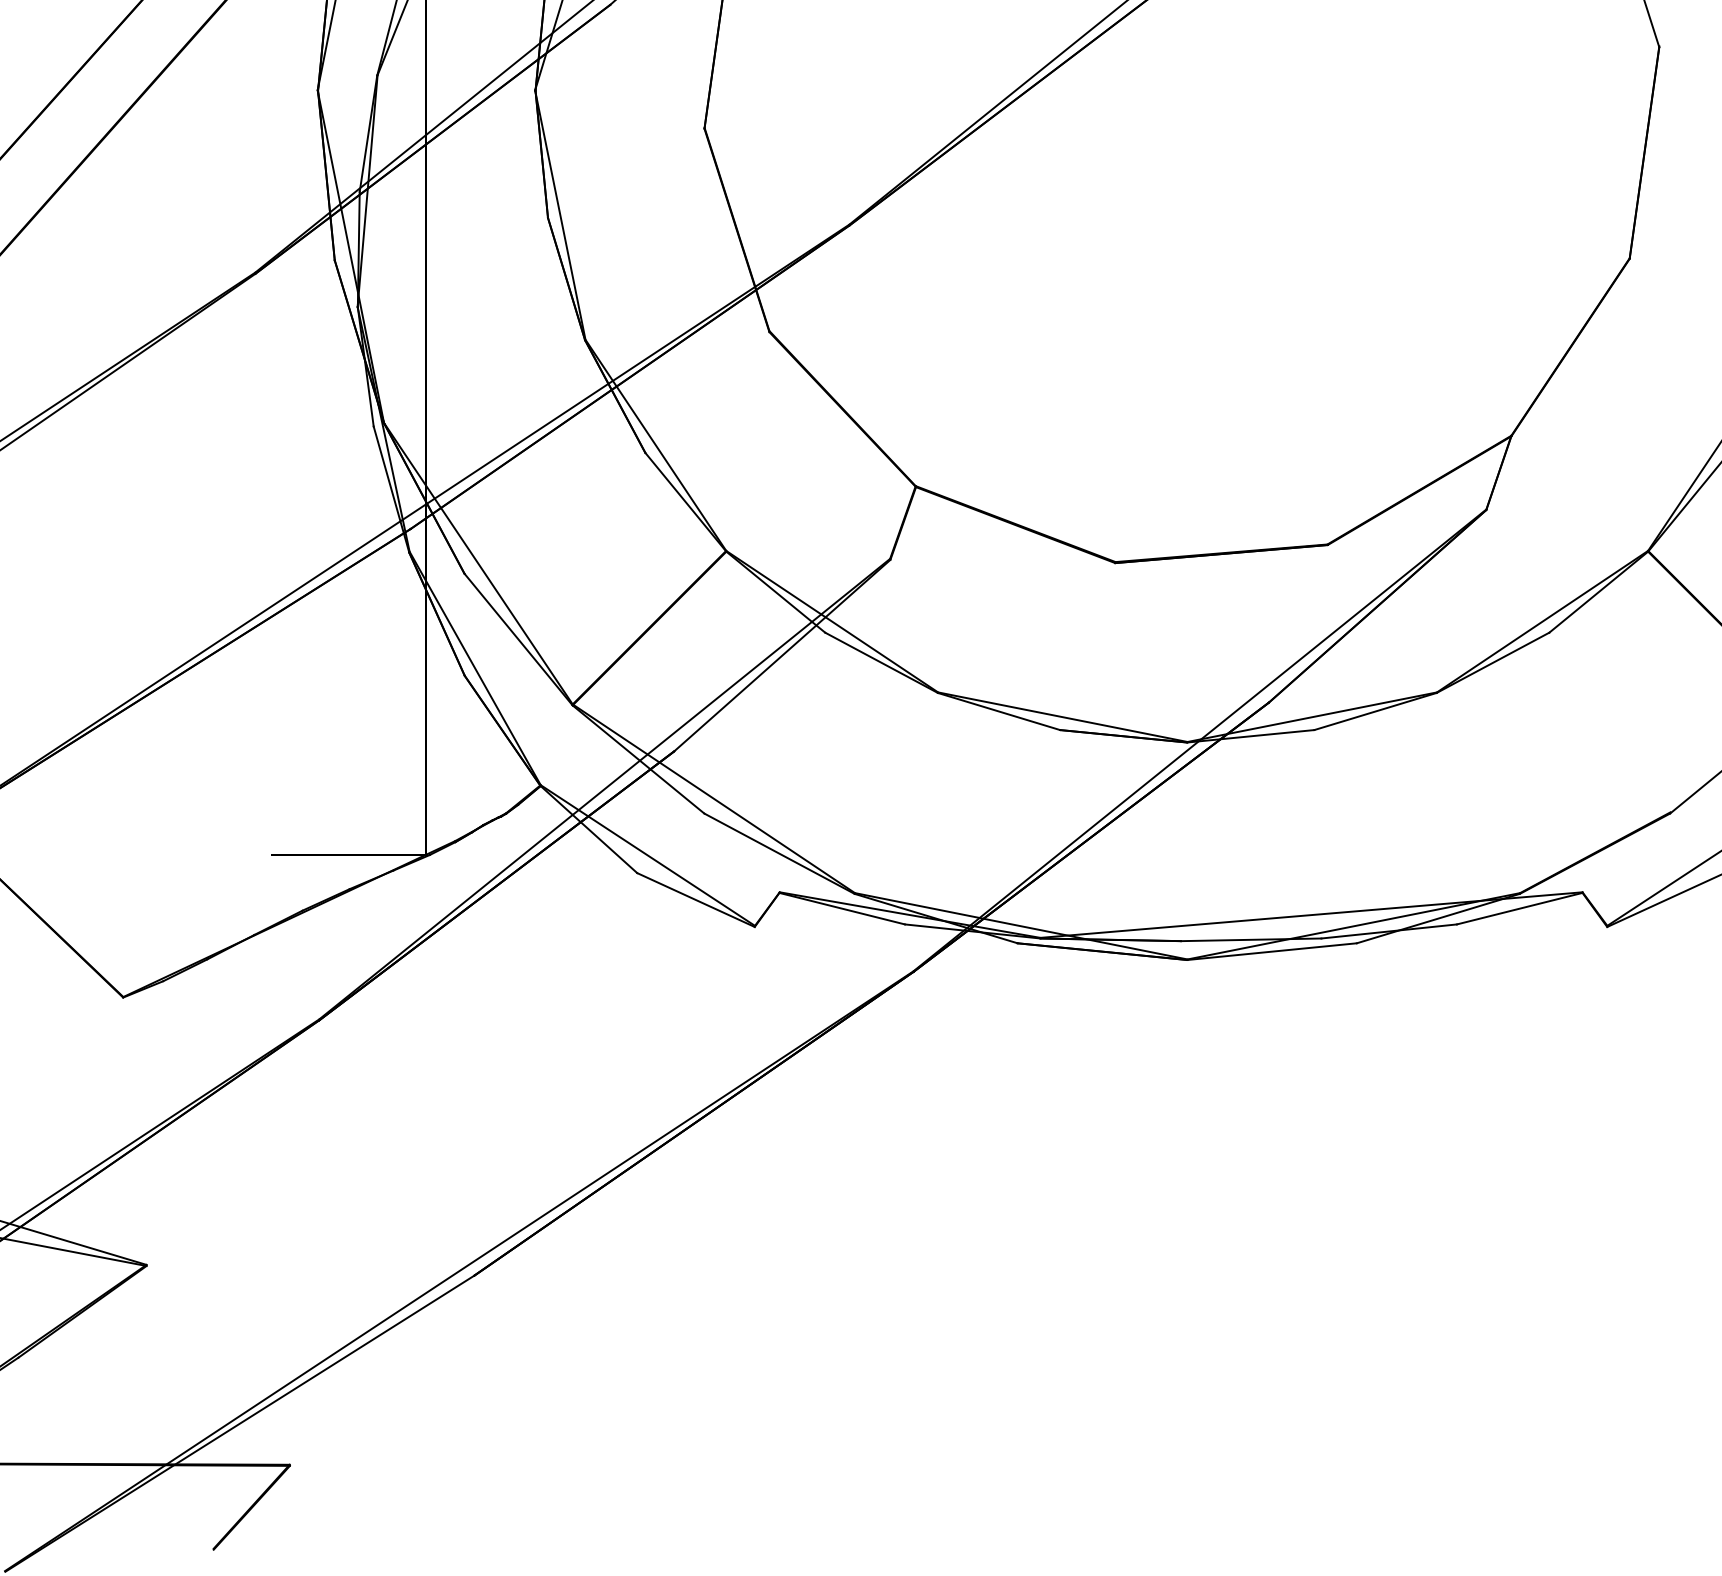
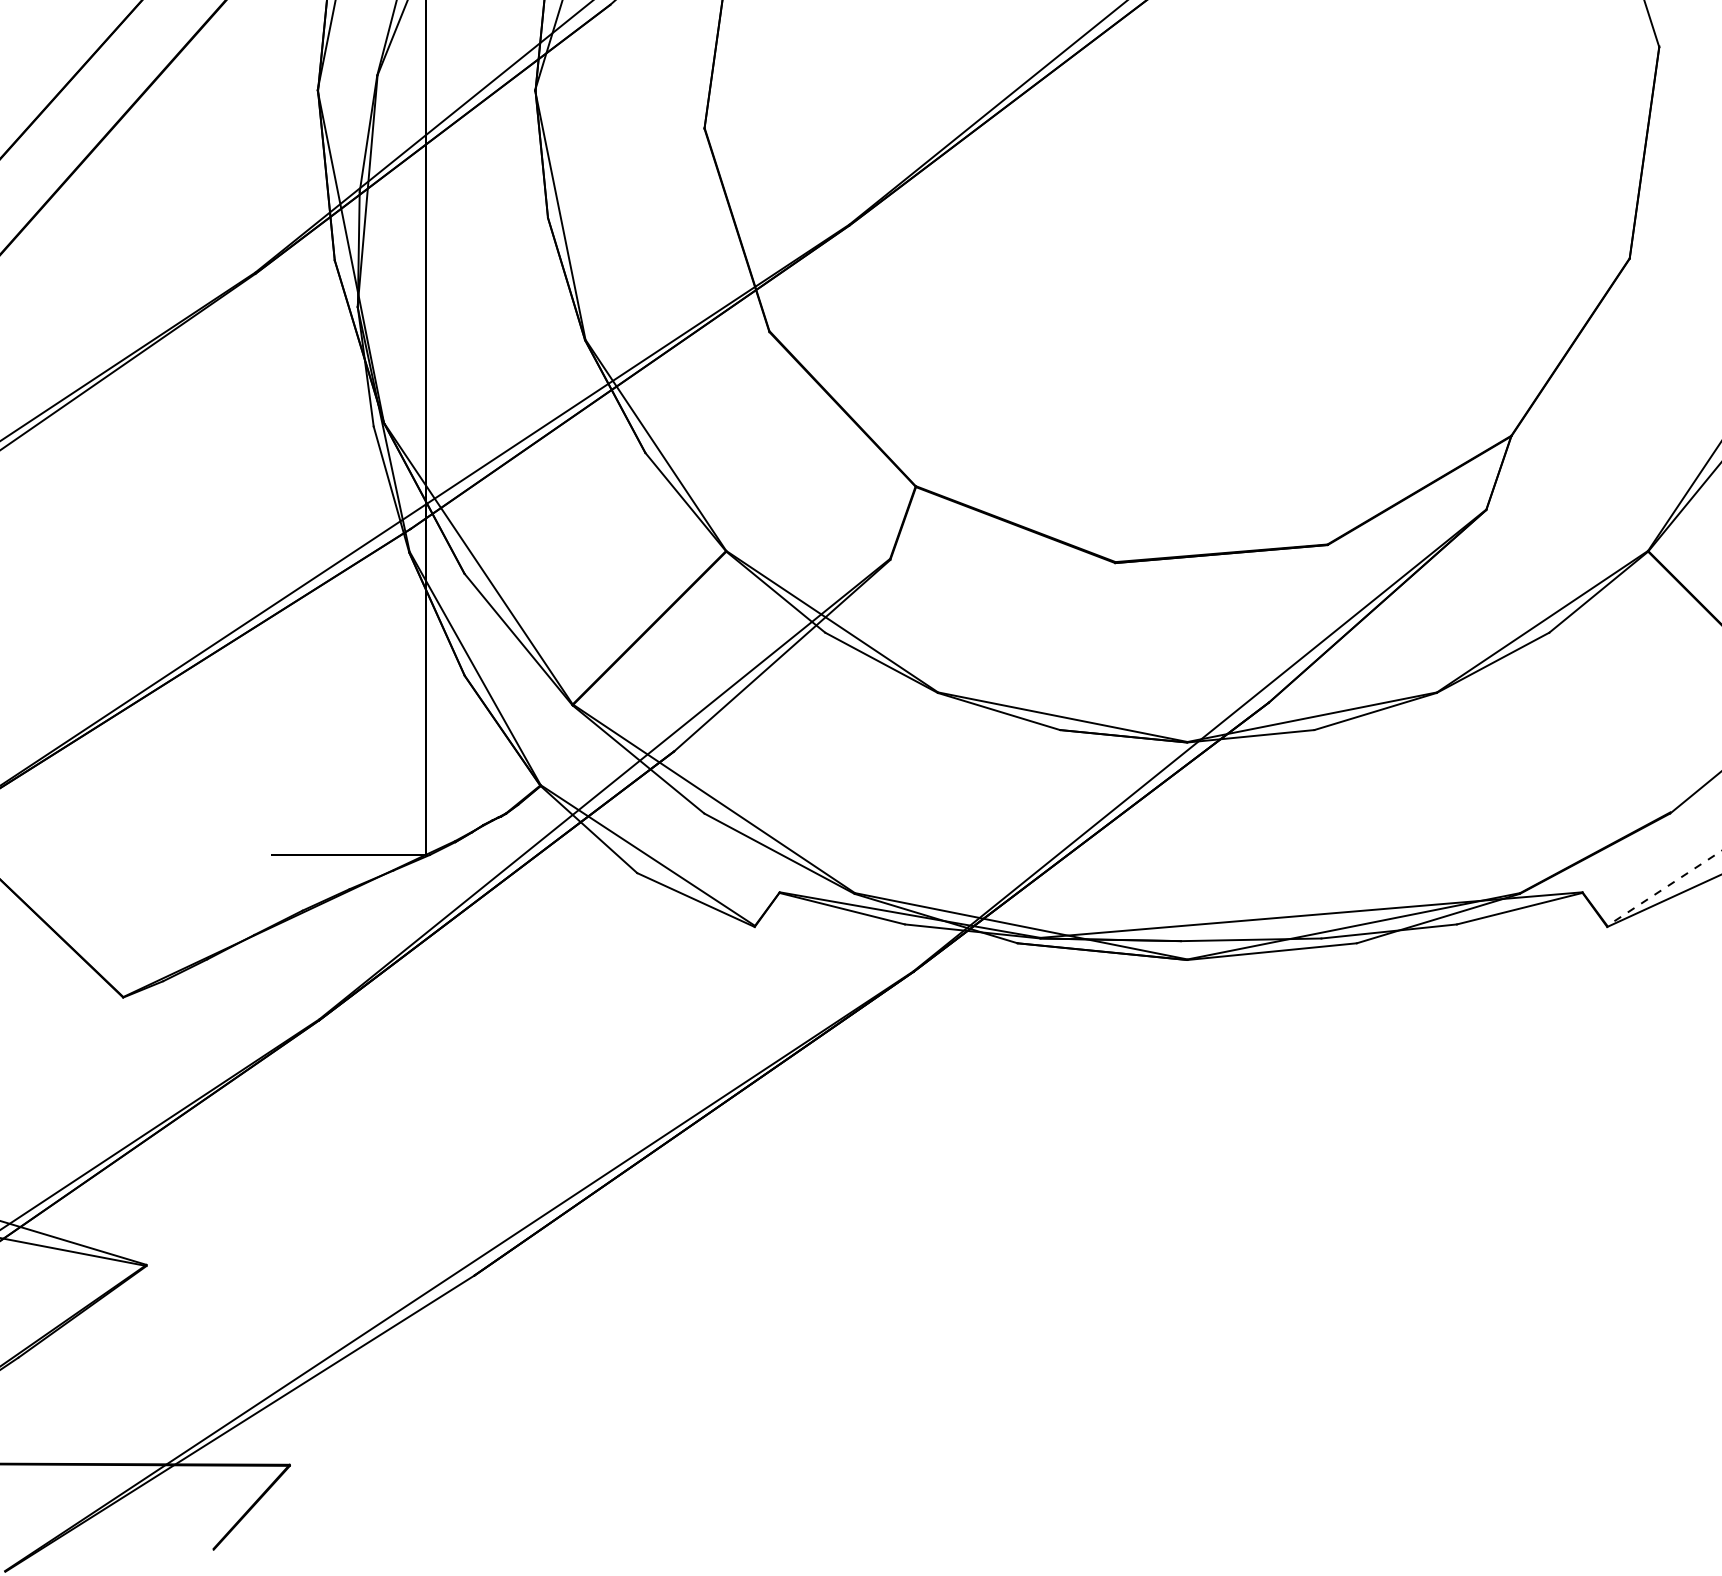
line at (1664, 888): solid -> dashed
